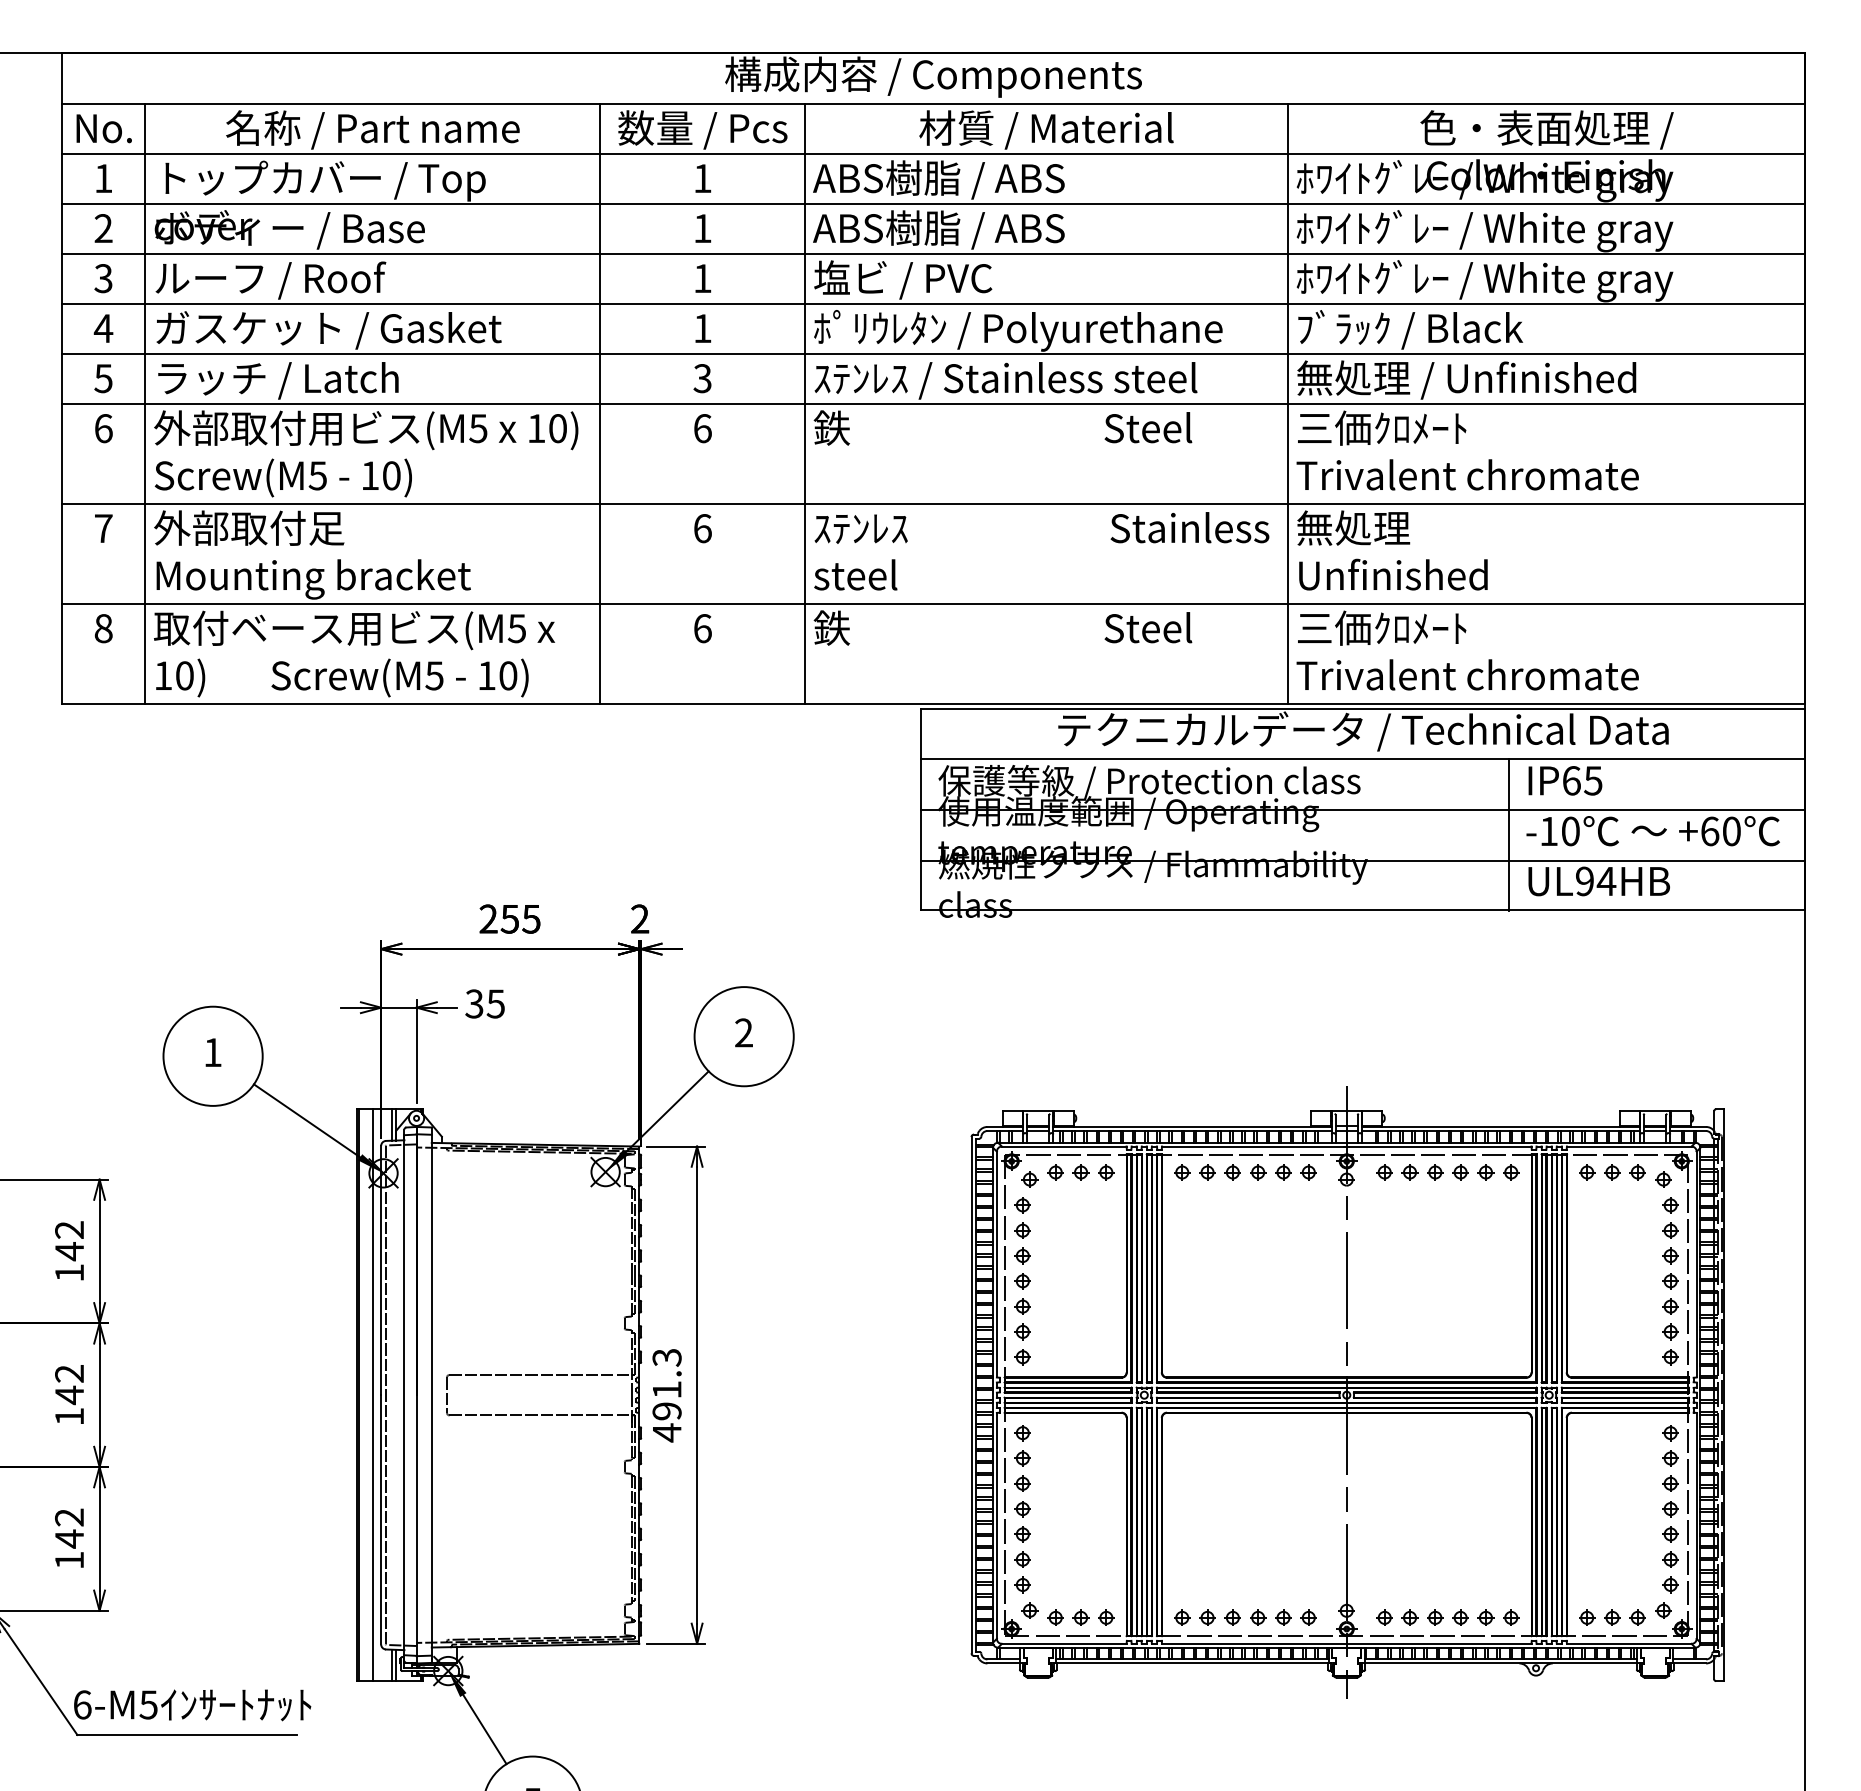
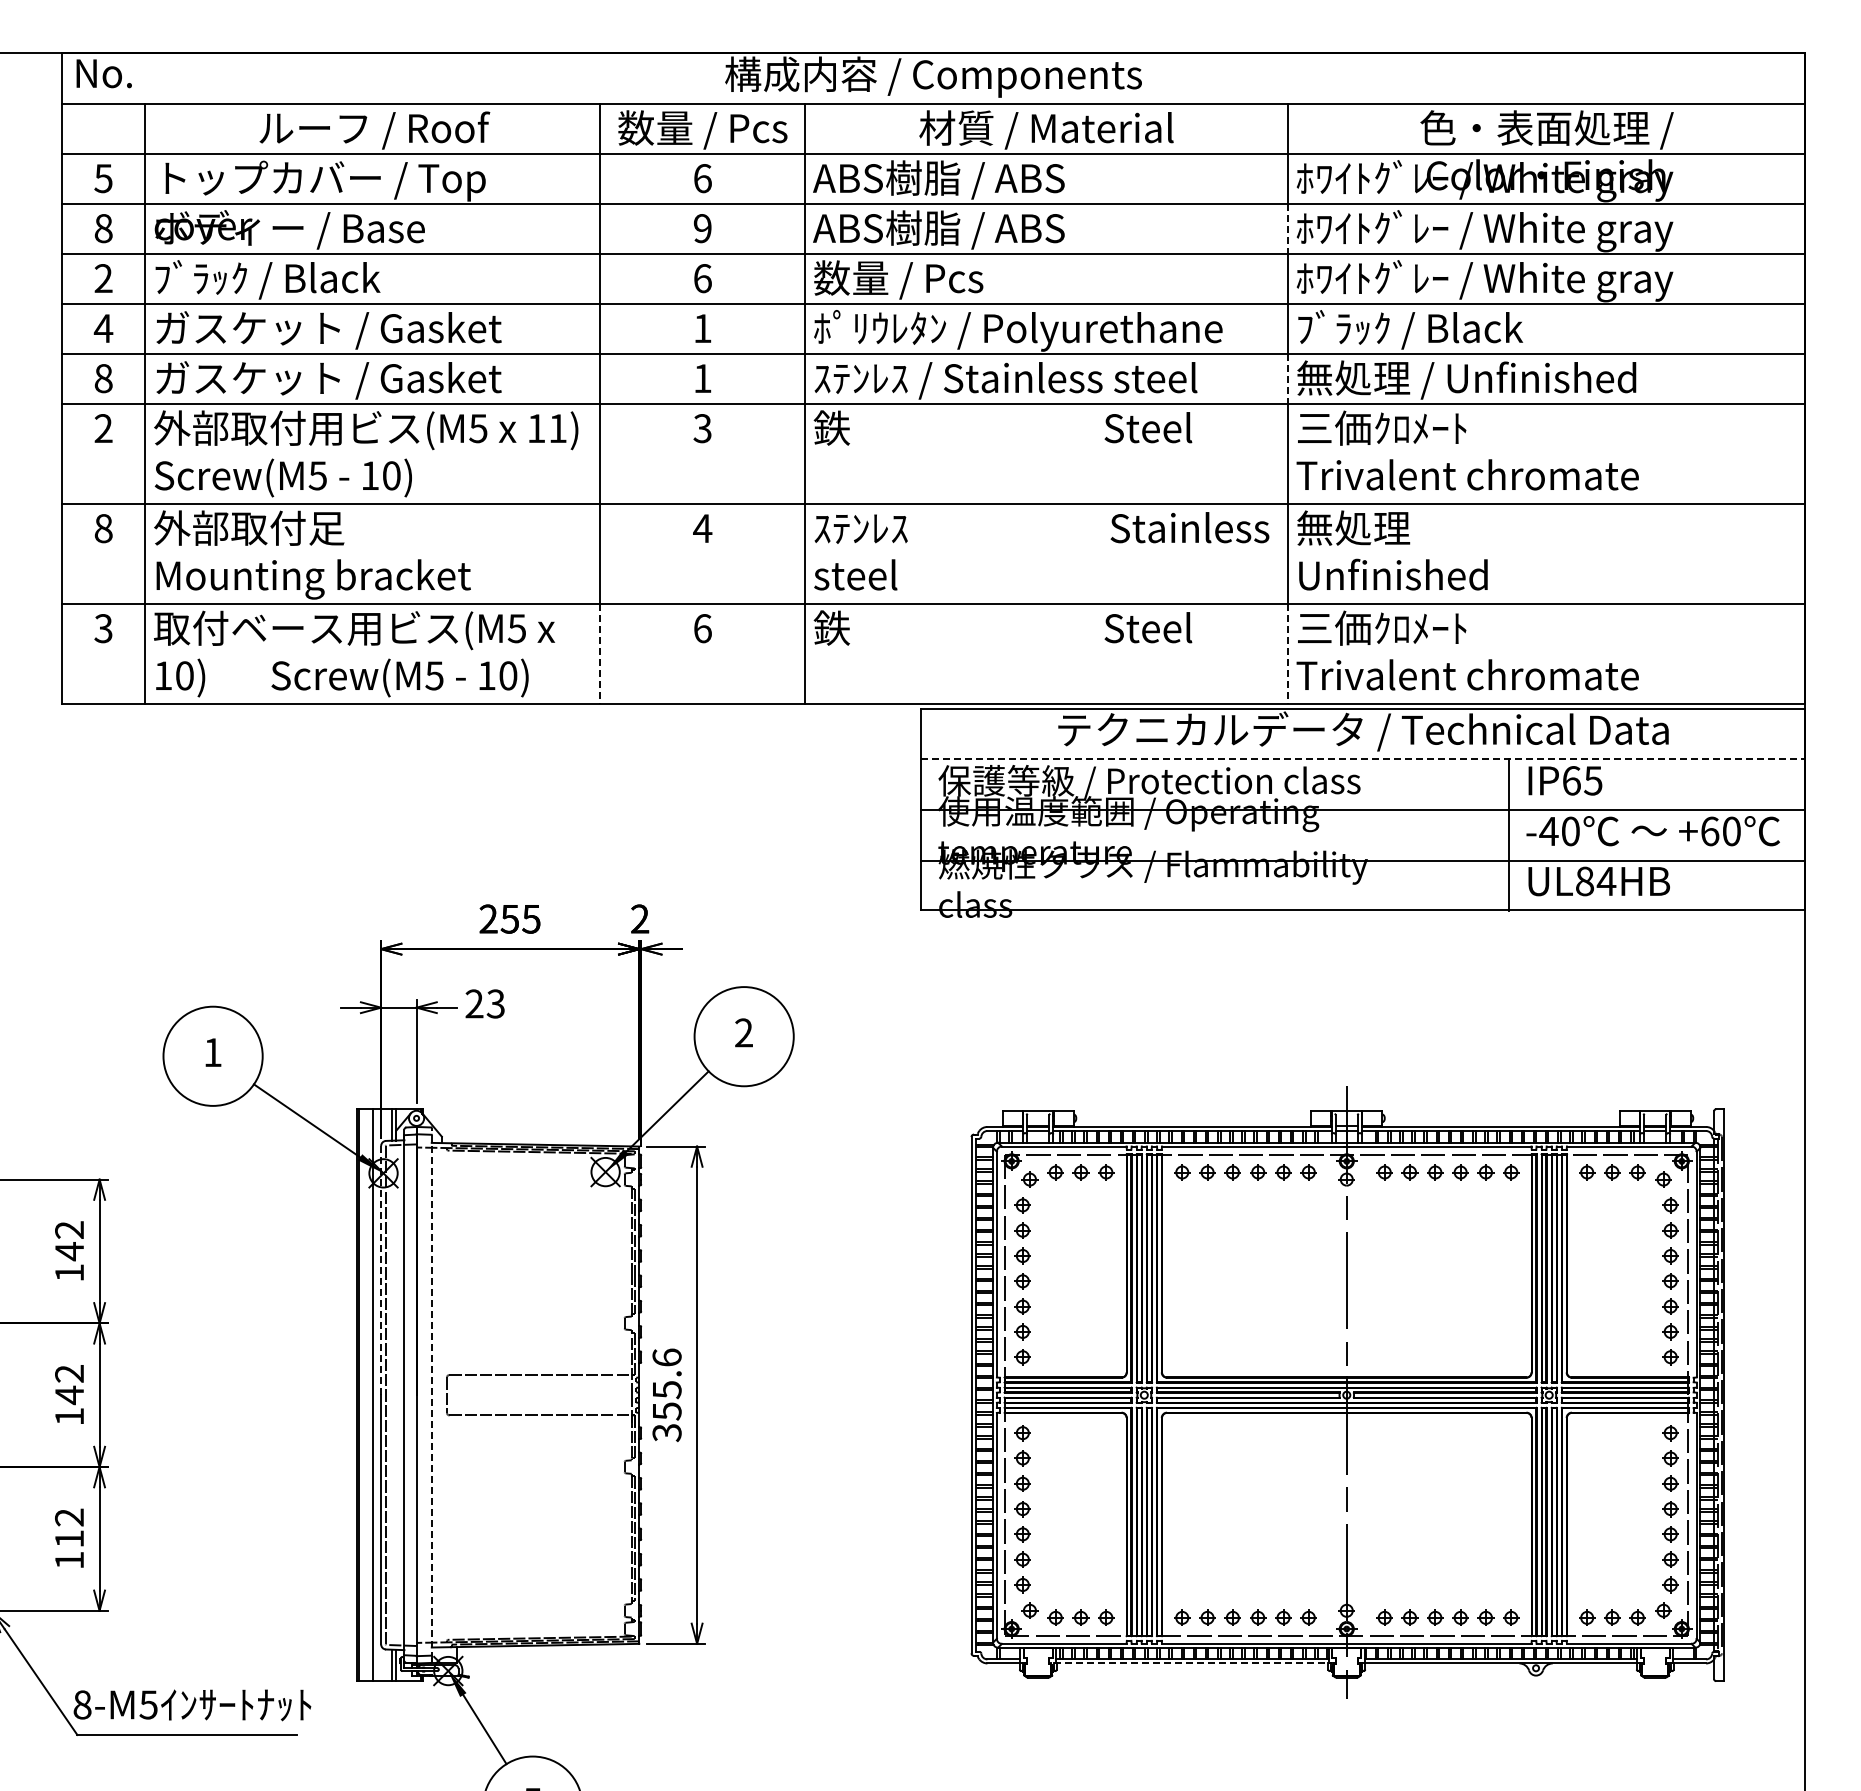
text at (103, 128) position: (103, 128) -> (103, 73)
text at (372, 129): 名称 / Part name -> ルーフ / Roof
text at (103, 178): 1 -> 5
text at (702, 178): 1 -> 6
text at (103, 228): 2 -> 8
text at (702, 228): 1 -> 9
line at (1288, 229): solid -> dashed
text at (903, 277): 塩ビ / PVC -> 数量 / Pcs
text at (103, 278): 3 -> 2
text at (702, 278): 1 -> 6
text at (270, 279): ルーフ / Roof -> ﾌﾞﾗｯｸ / Black
text at (103, 378): 5 -> 8
text at (702, 378): 3 -> 1
line at (1288, 379): solid -> dashed
text at (328, 380): ラッチ / Latch -> ガスケット / Gasket
text at (103, 428): 6 -> 2
text at (557, 428): 10) -> 11)
text at (702, 428): 6 -> 3
text at (103, 528): 7 -> 8
text at (702, 528): 6 -> 4
text at (103, 628): 8 -> 3
line at (600, 654): solid -> dashed
line at (1288, 654): solid -> dashed
line at (1363, 759): solid -> dashed
text at (1548, 831): -10 -> -40
text at (1585, 881): UL94HB -> UL84HB
text at (484, 1003): 35 -> 23
line at (381, 1270): solid -> dashed
line at (431, 1393): solid -> dashed
text at (666, 1395): 491.3 -> 355.6
text at (69, 1538): 142 -> 112
line at (1192, 1663): solid -> dashed
text at (82, 1704): 6-M5 -> 8-M5
